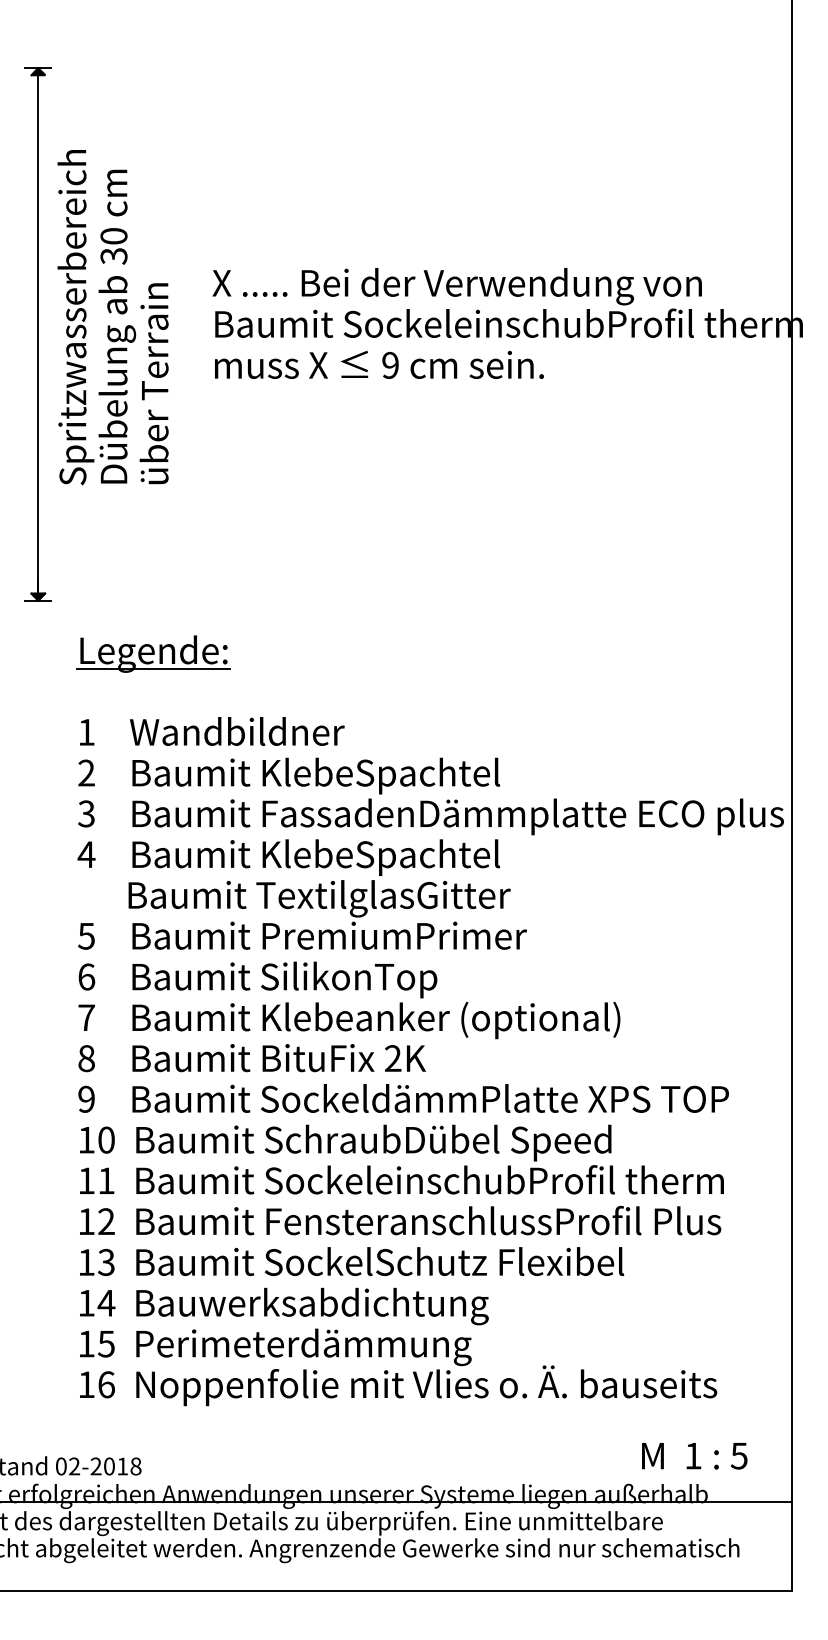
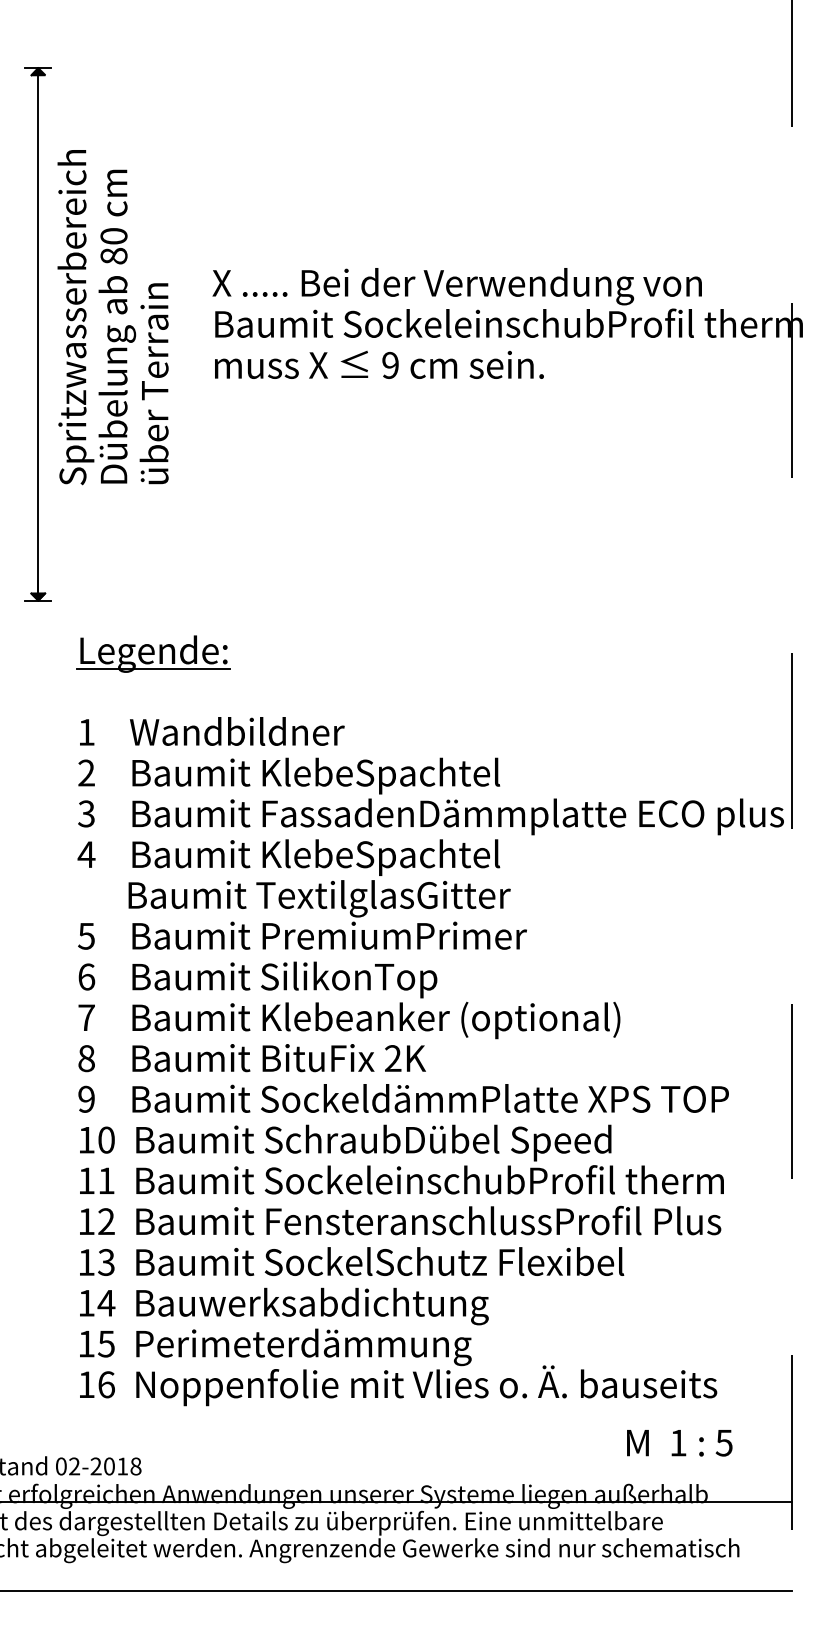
text at (113, 255): 30 -> 80
line at (792, 795): solid -> dashed
text at (694, 1456) position: (694, 1456) -> (679, 1443)
